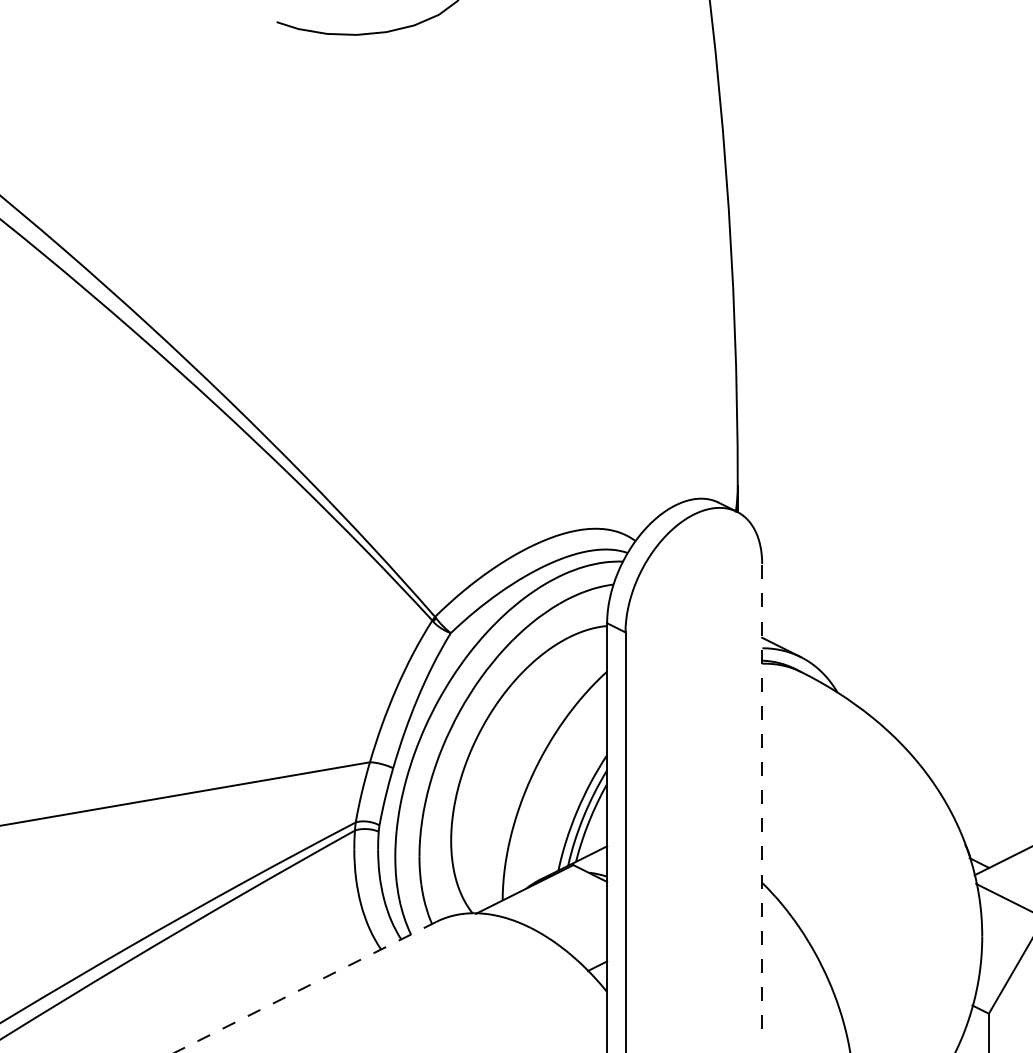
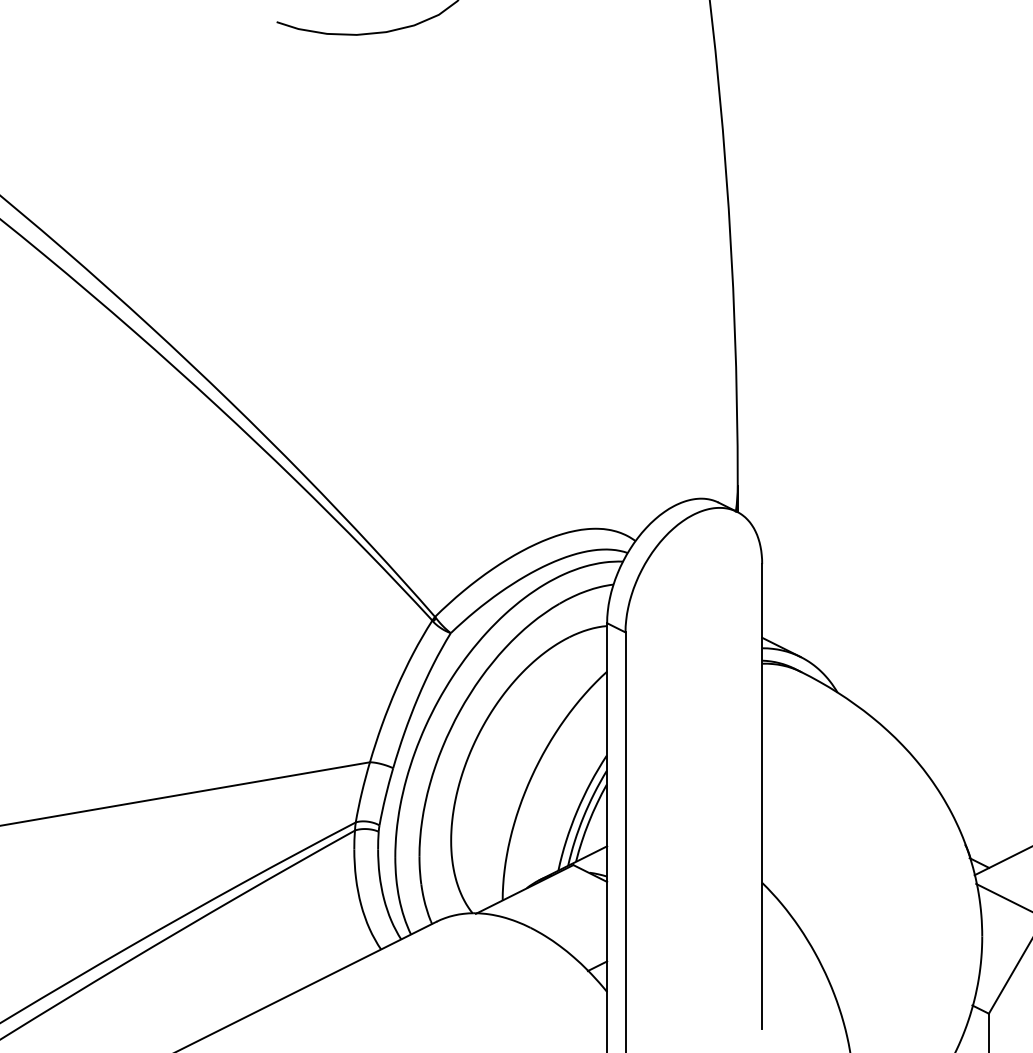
line at (762, 796): dashed -> solid
line at (304, 987): dashed -> solid
